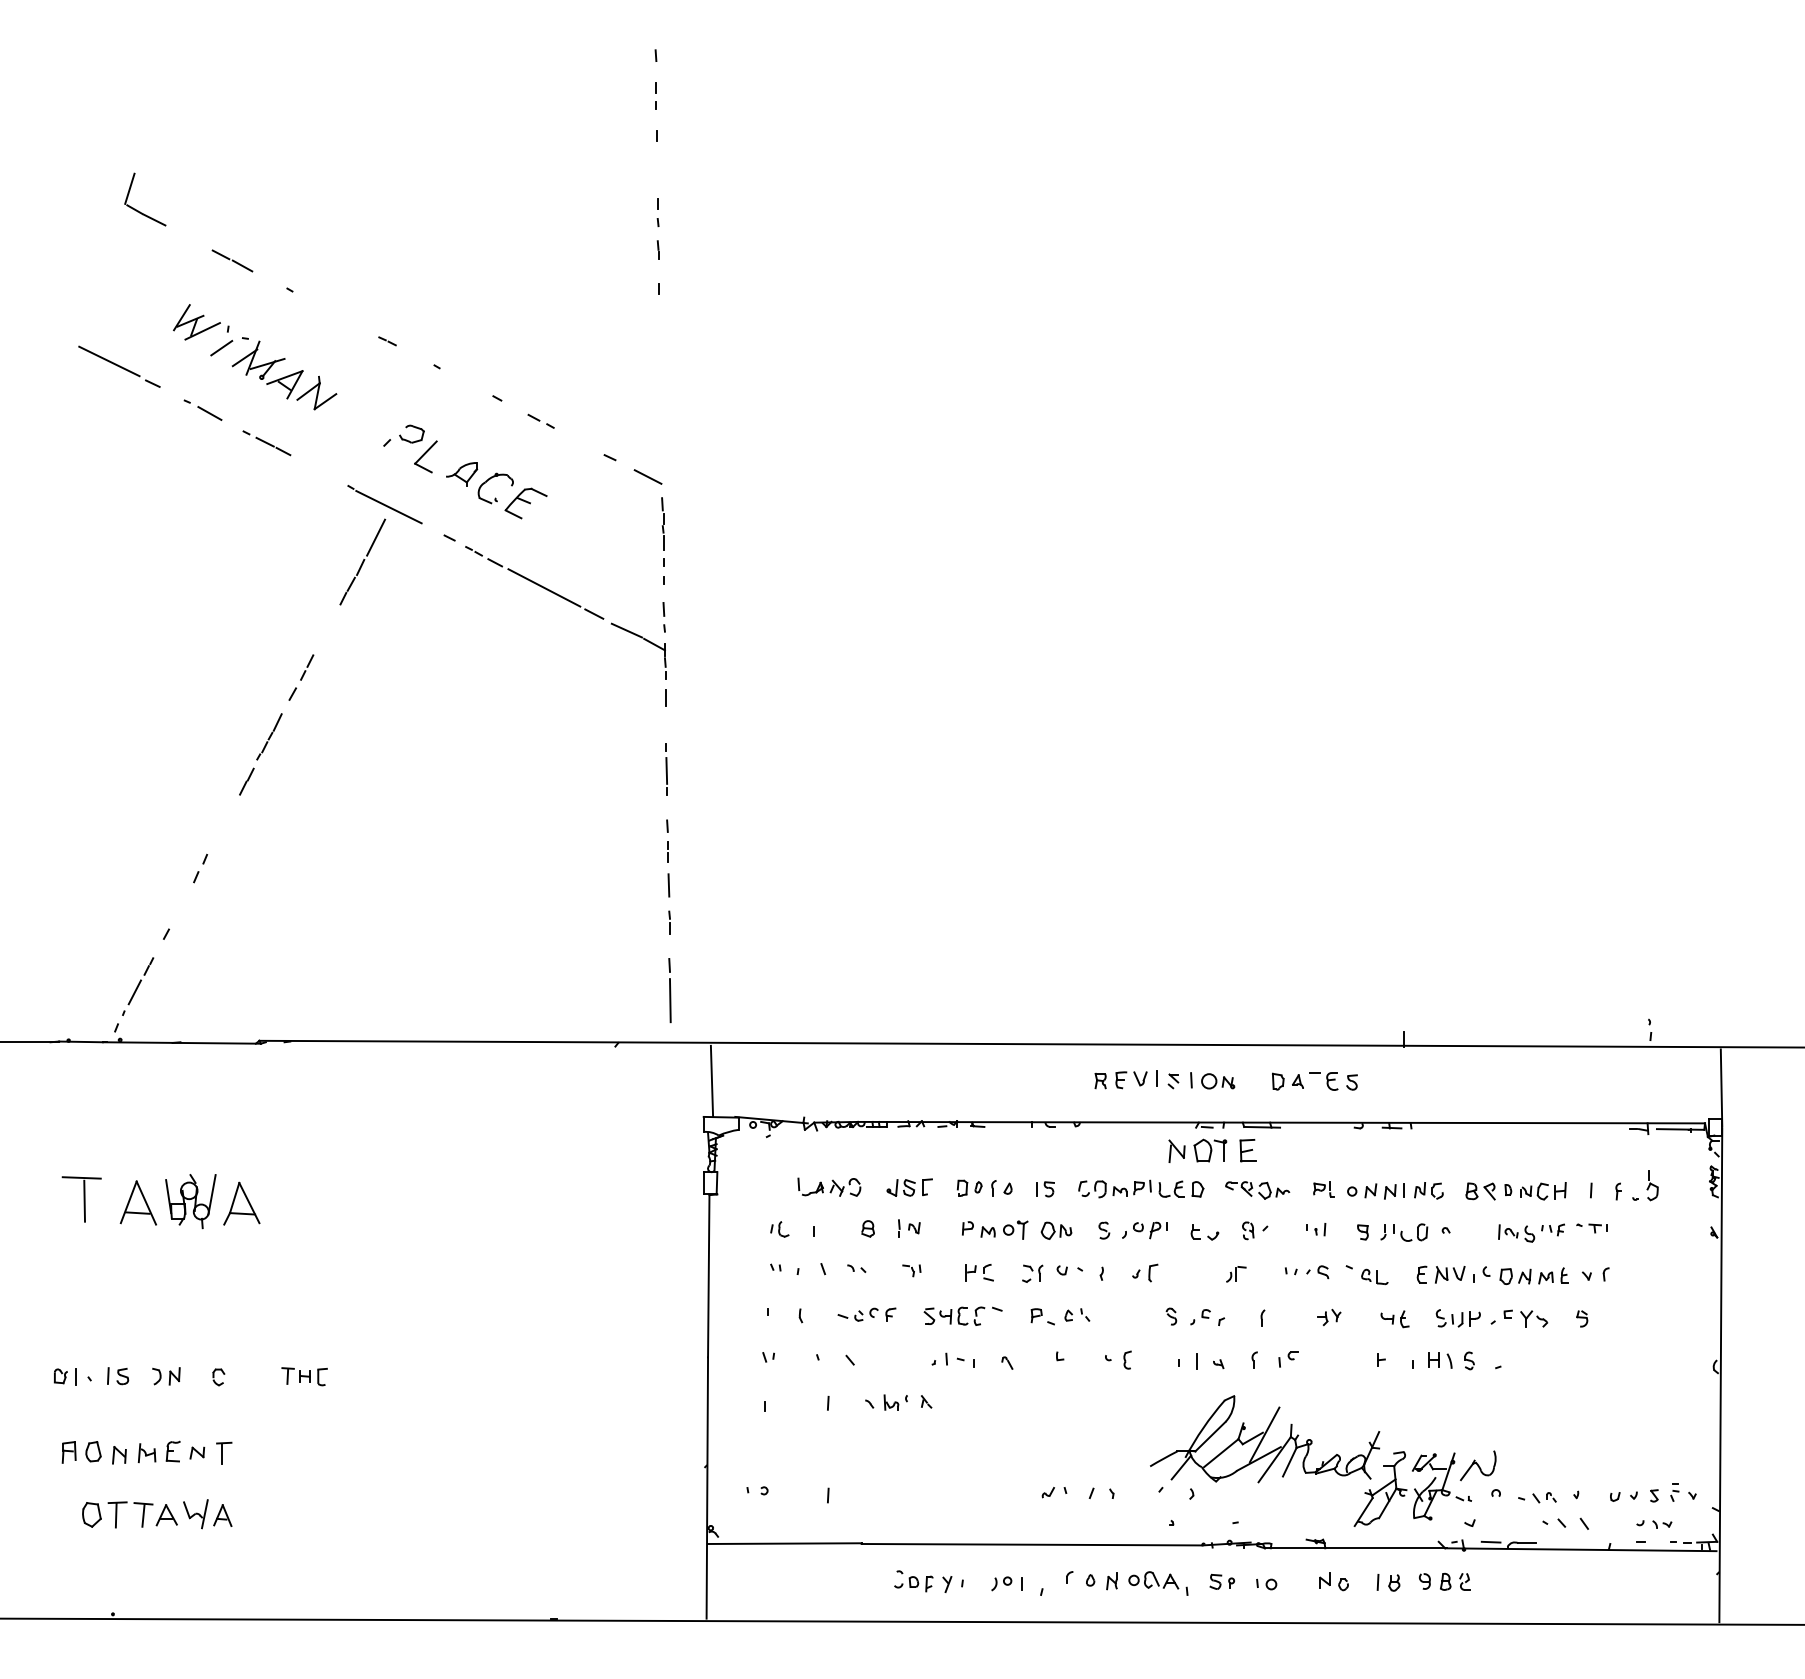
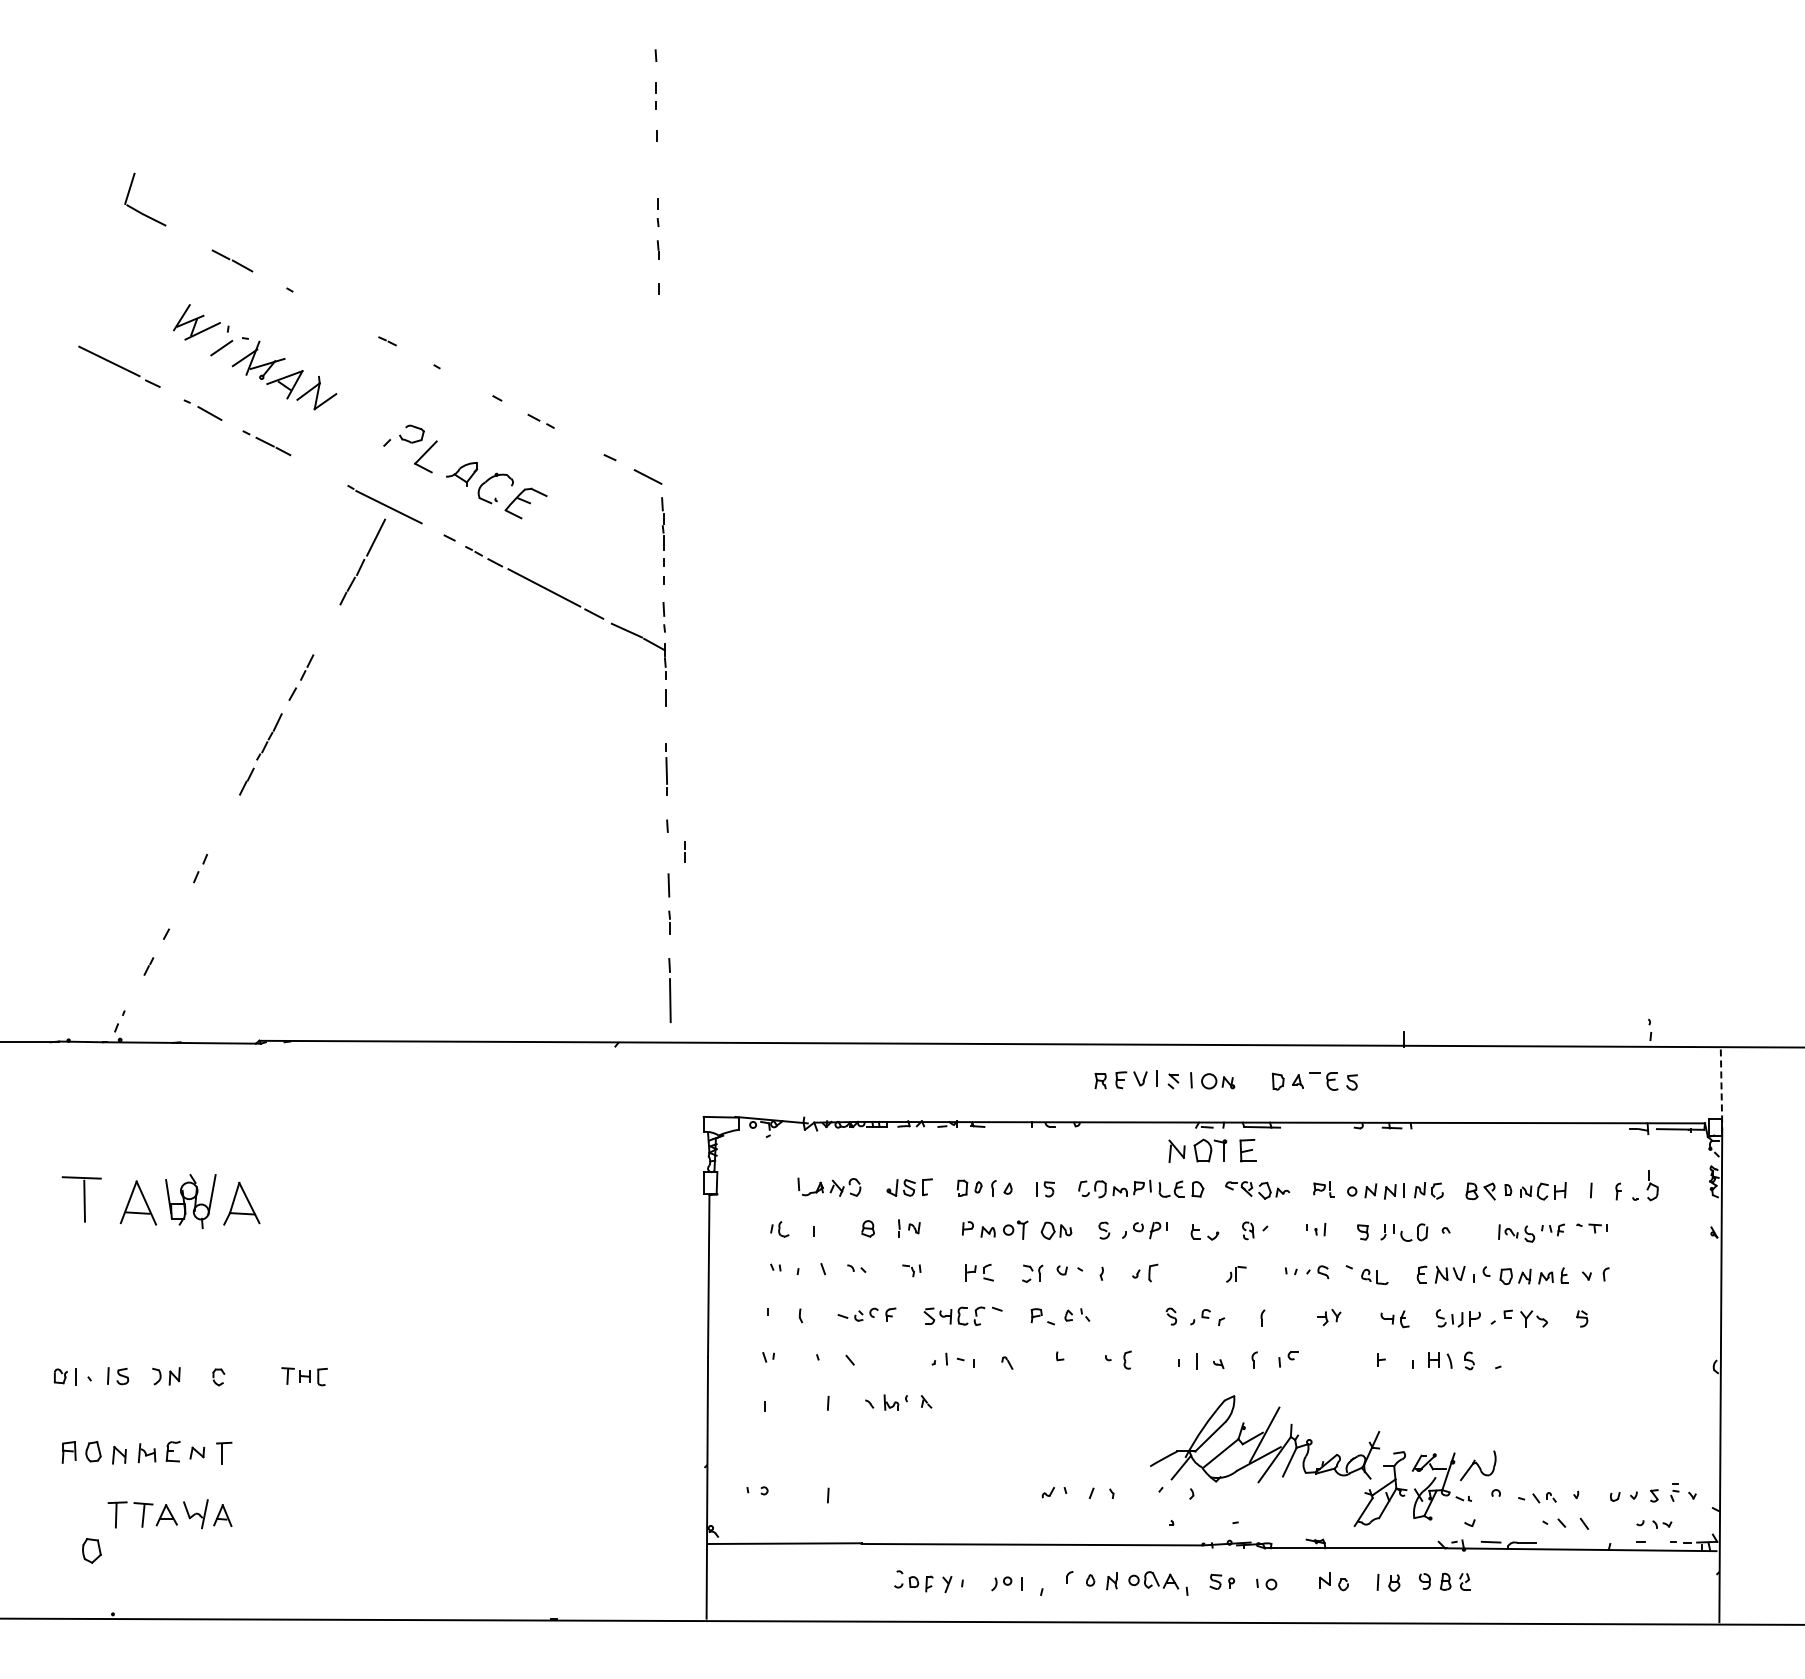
line at (667, 852) position: (667, 852) -> (684, 852)
line at (134, 992): present -> none
line at (711, 1080): present -> none
line at (1721, 1088): solid -> dashed
part at (91, 1514) position: (91, 1514) -> (91, 1550)
